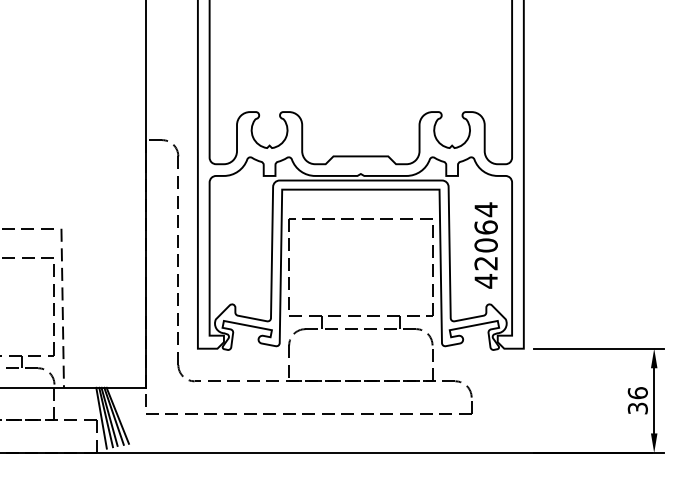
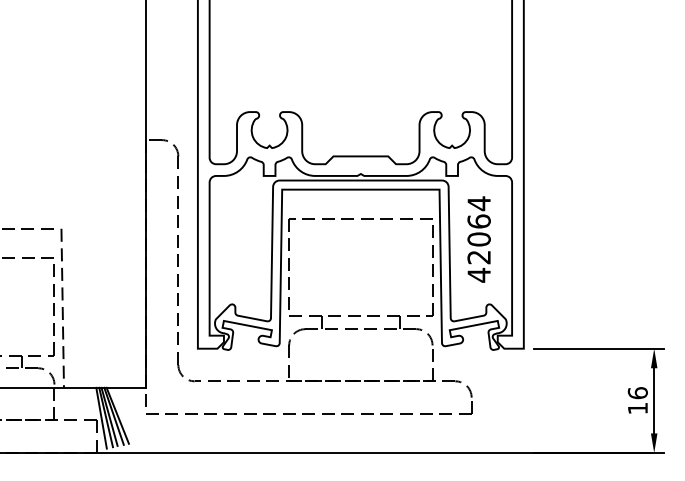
text at (485, 245) position: (485, 245) -> (478, 239)
text at (637, 408): 36 -> 16
